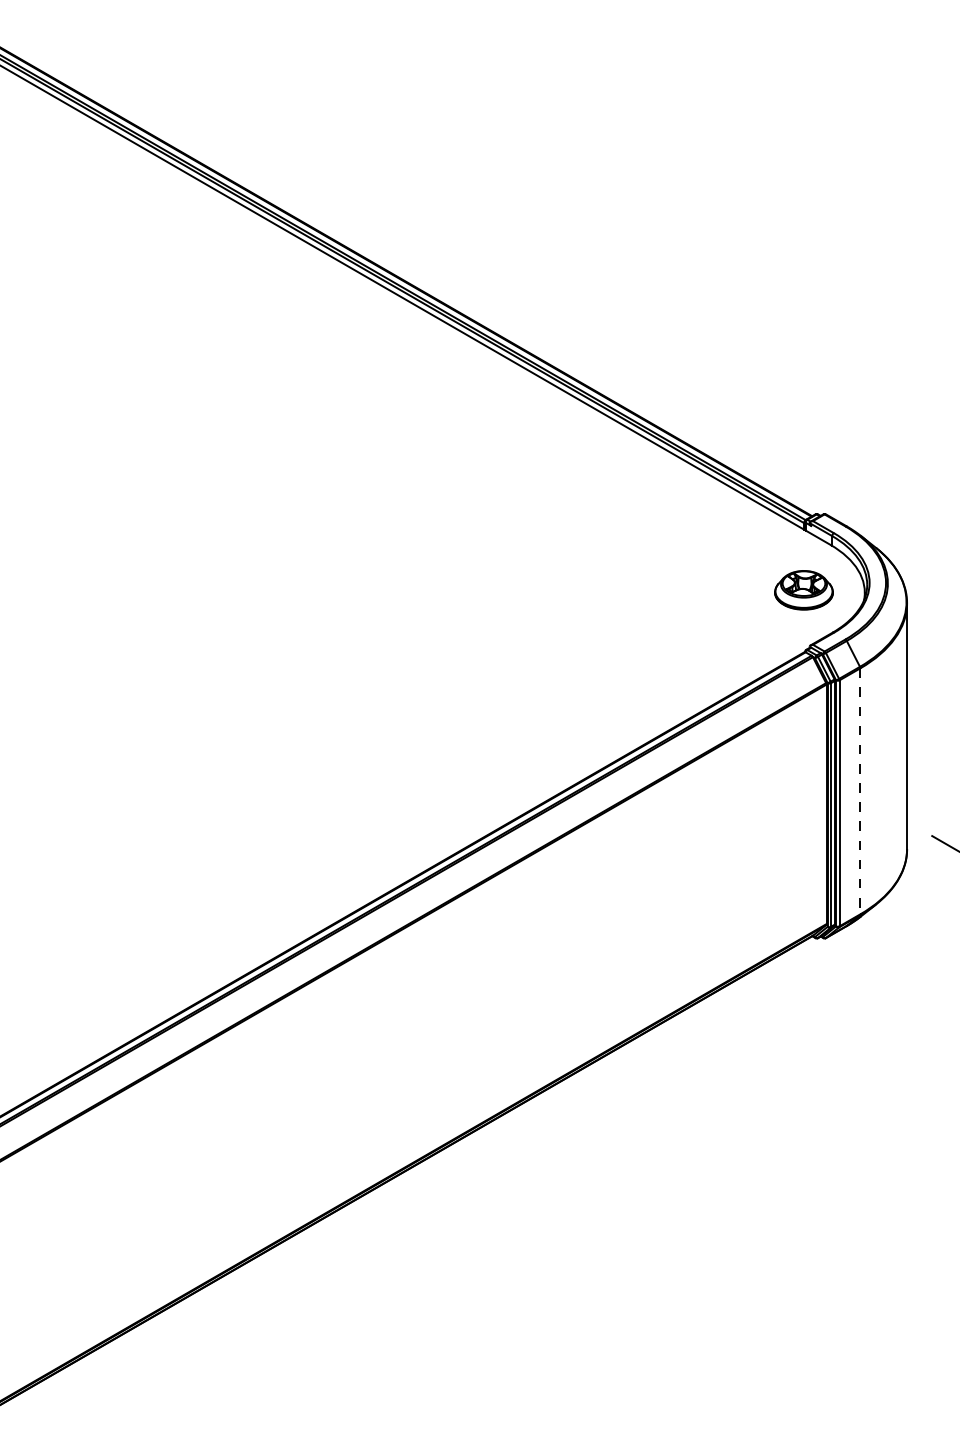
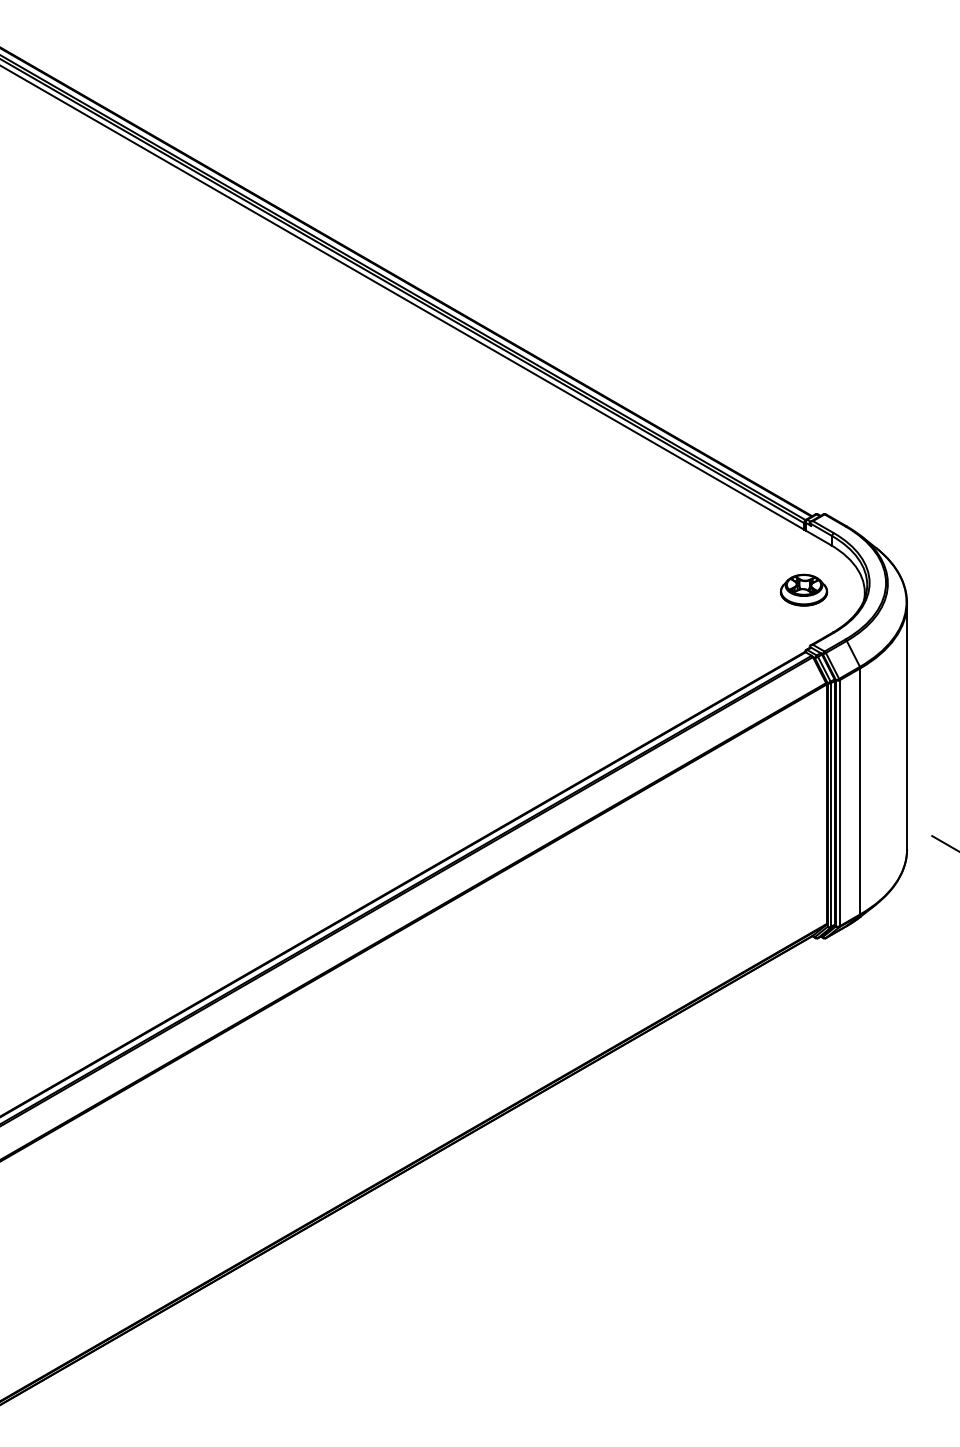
part at (803, 590) size: 60x41 px -> 50x34 px
line at (860, 791): dashed -> solid
